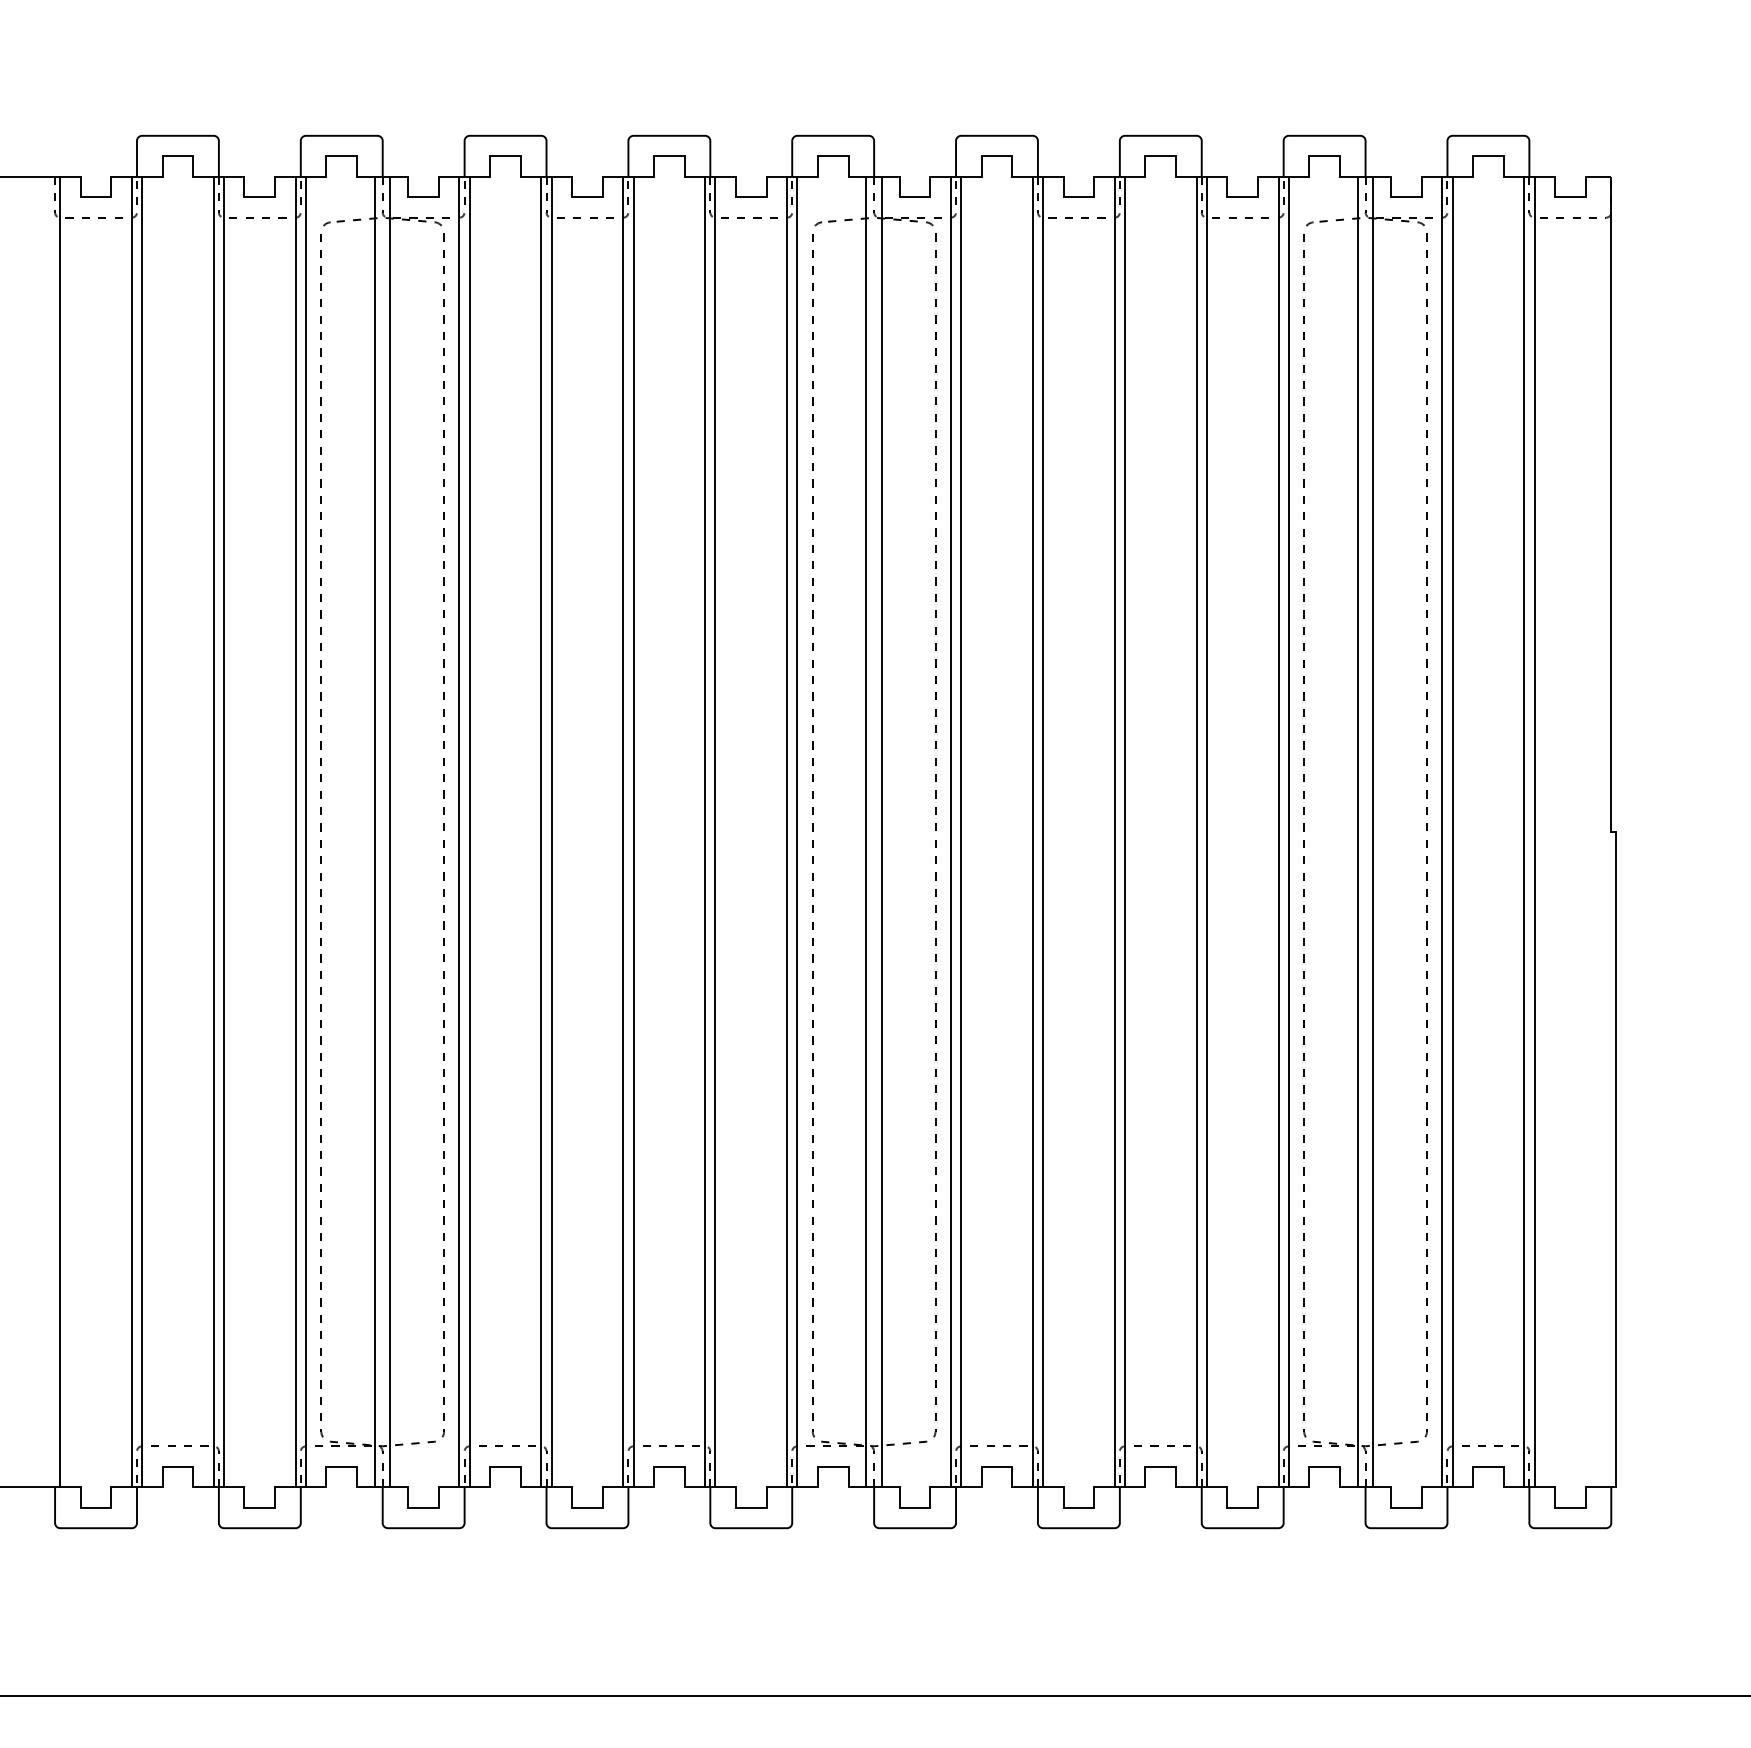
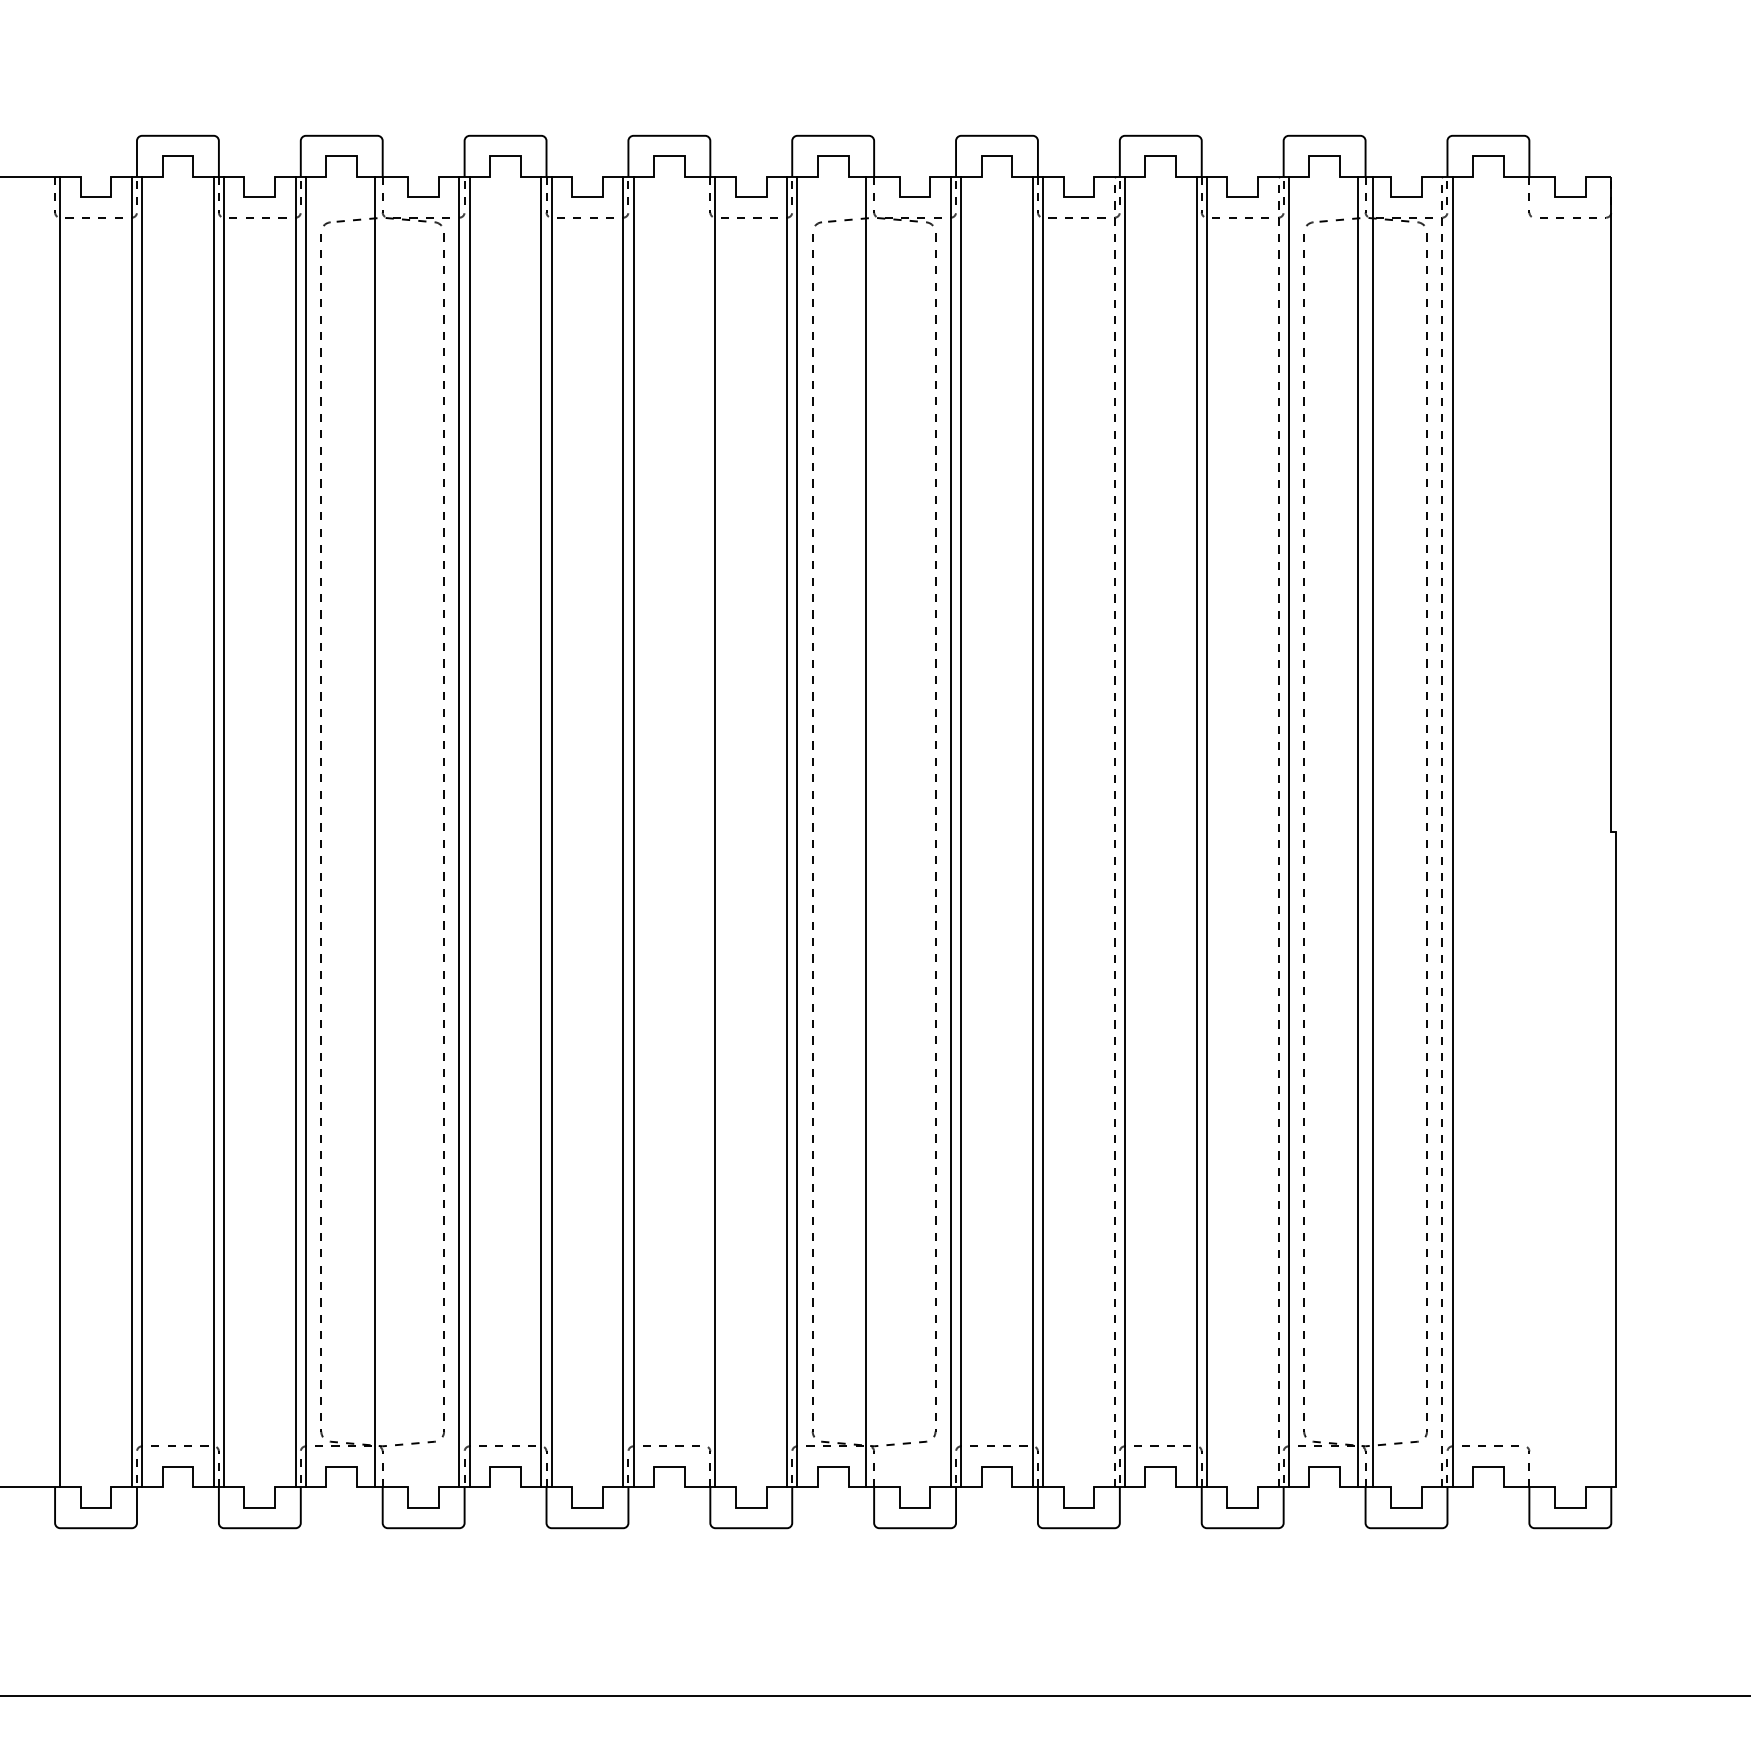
line at (390, 831): present -> none
line at (705, 831): present -> none
line at (881, 831): present -> none
line at (1114, 831): solid -> dashed
line at (1278, 831): solid -> dashed
line at (1442, 831): solid -> dashed
line at (1524, 831): present -> none
line at (1534, 831): present -> none
